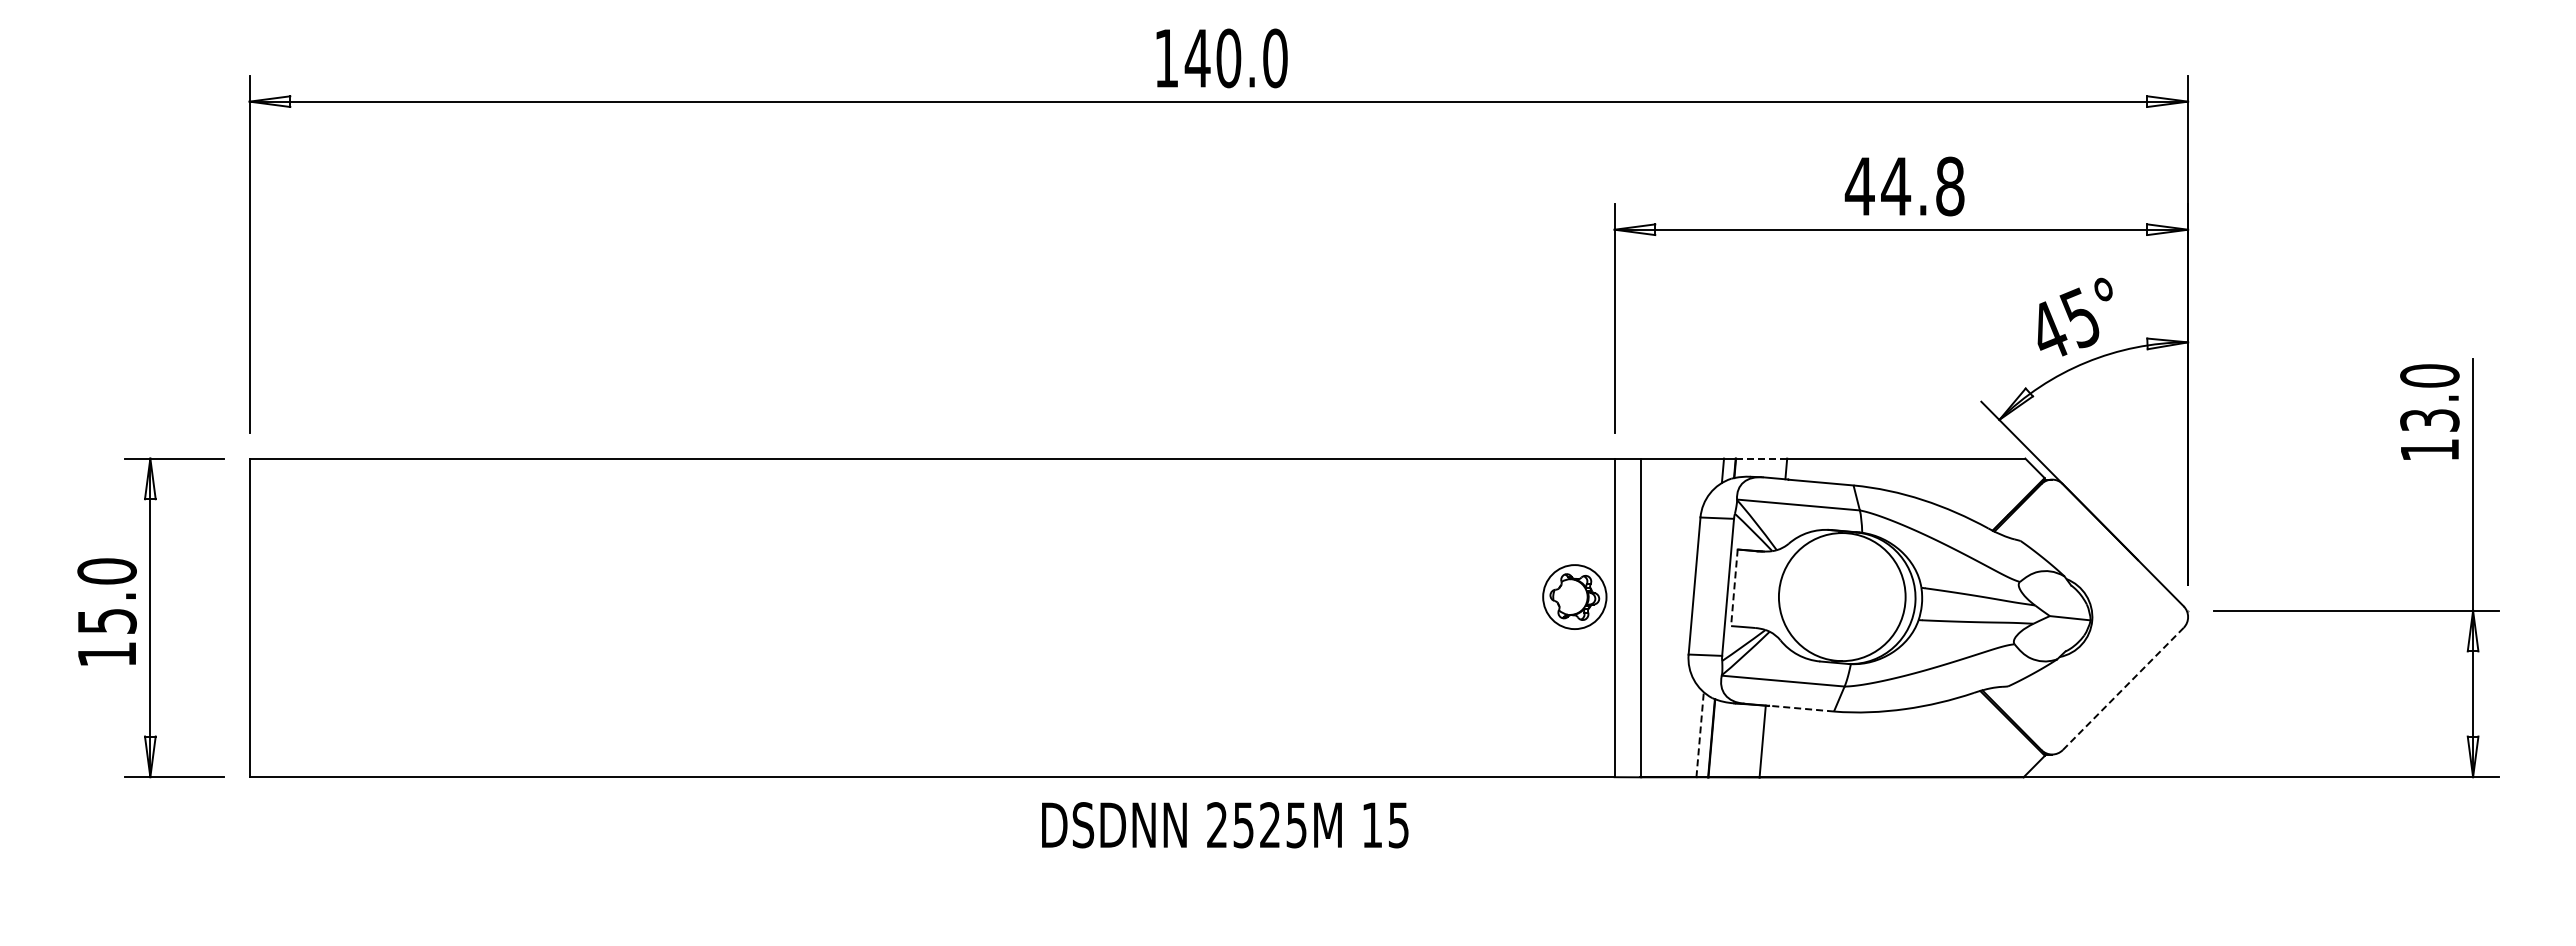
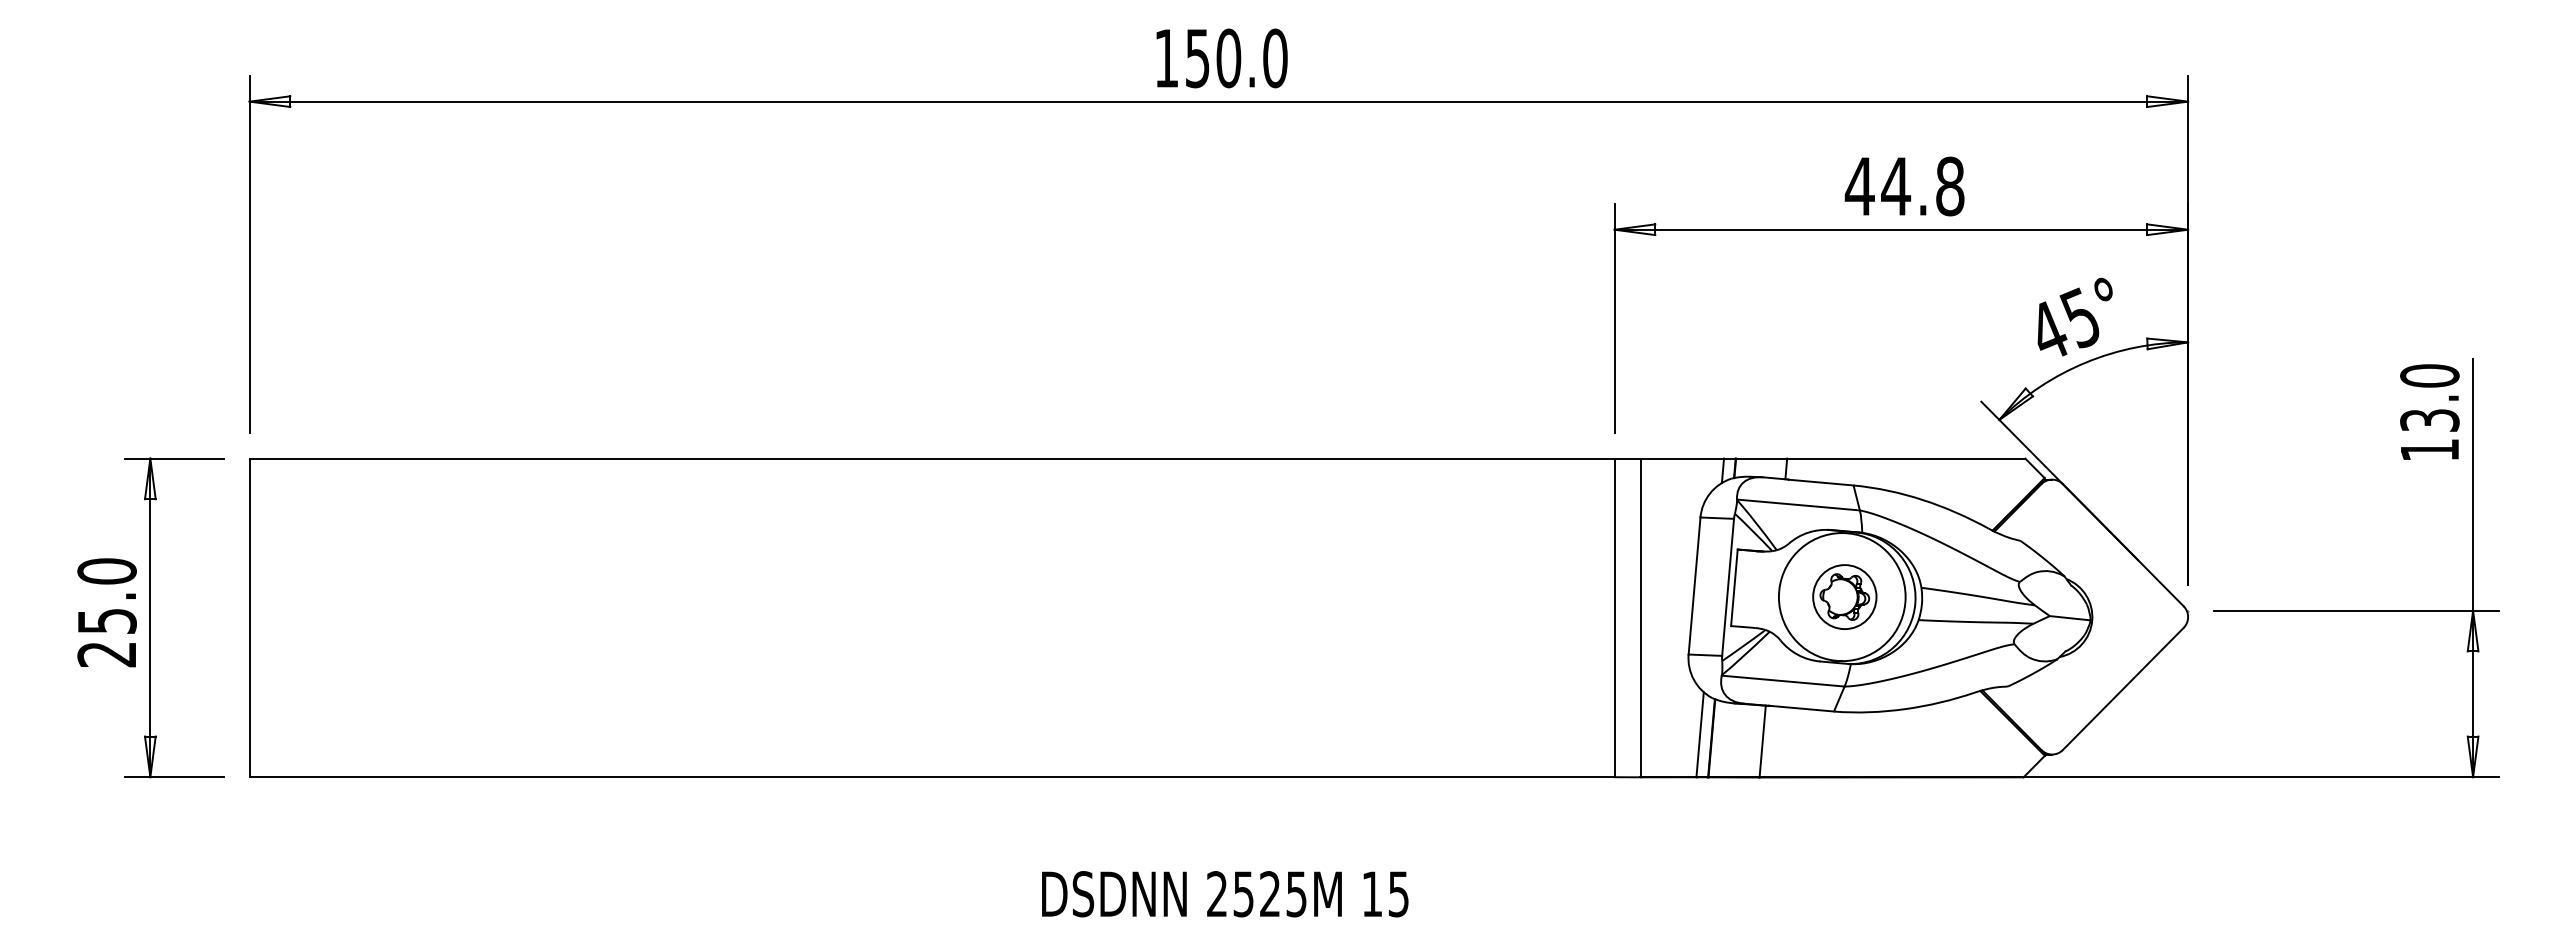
text at (1197, 58): 140.0 -> 150.0
line at (1761, 458): dashed -> solid
line at (1734, 588): dashed -> solid
part at (1574, 596) position: (1574, 596) -> (1844, 596)
text at (106, 654): 15.0 -> 25.0
line at (2123, 688): dashed -> solid
line at (1801, 708): dashed -> solid
line at (1700, 734): dashed -> solid
text at (1225, 825) position: (1225, 825) -> (1225, 894)
